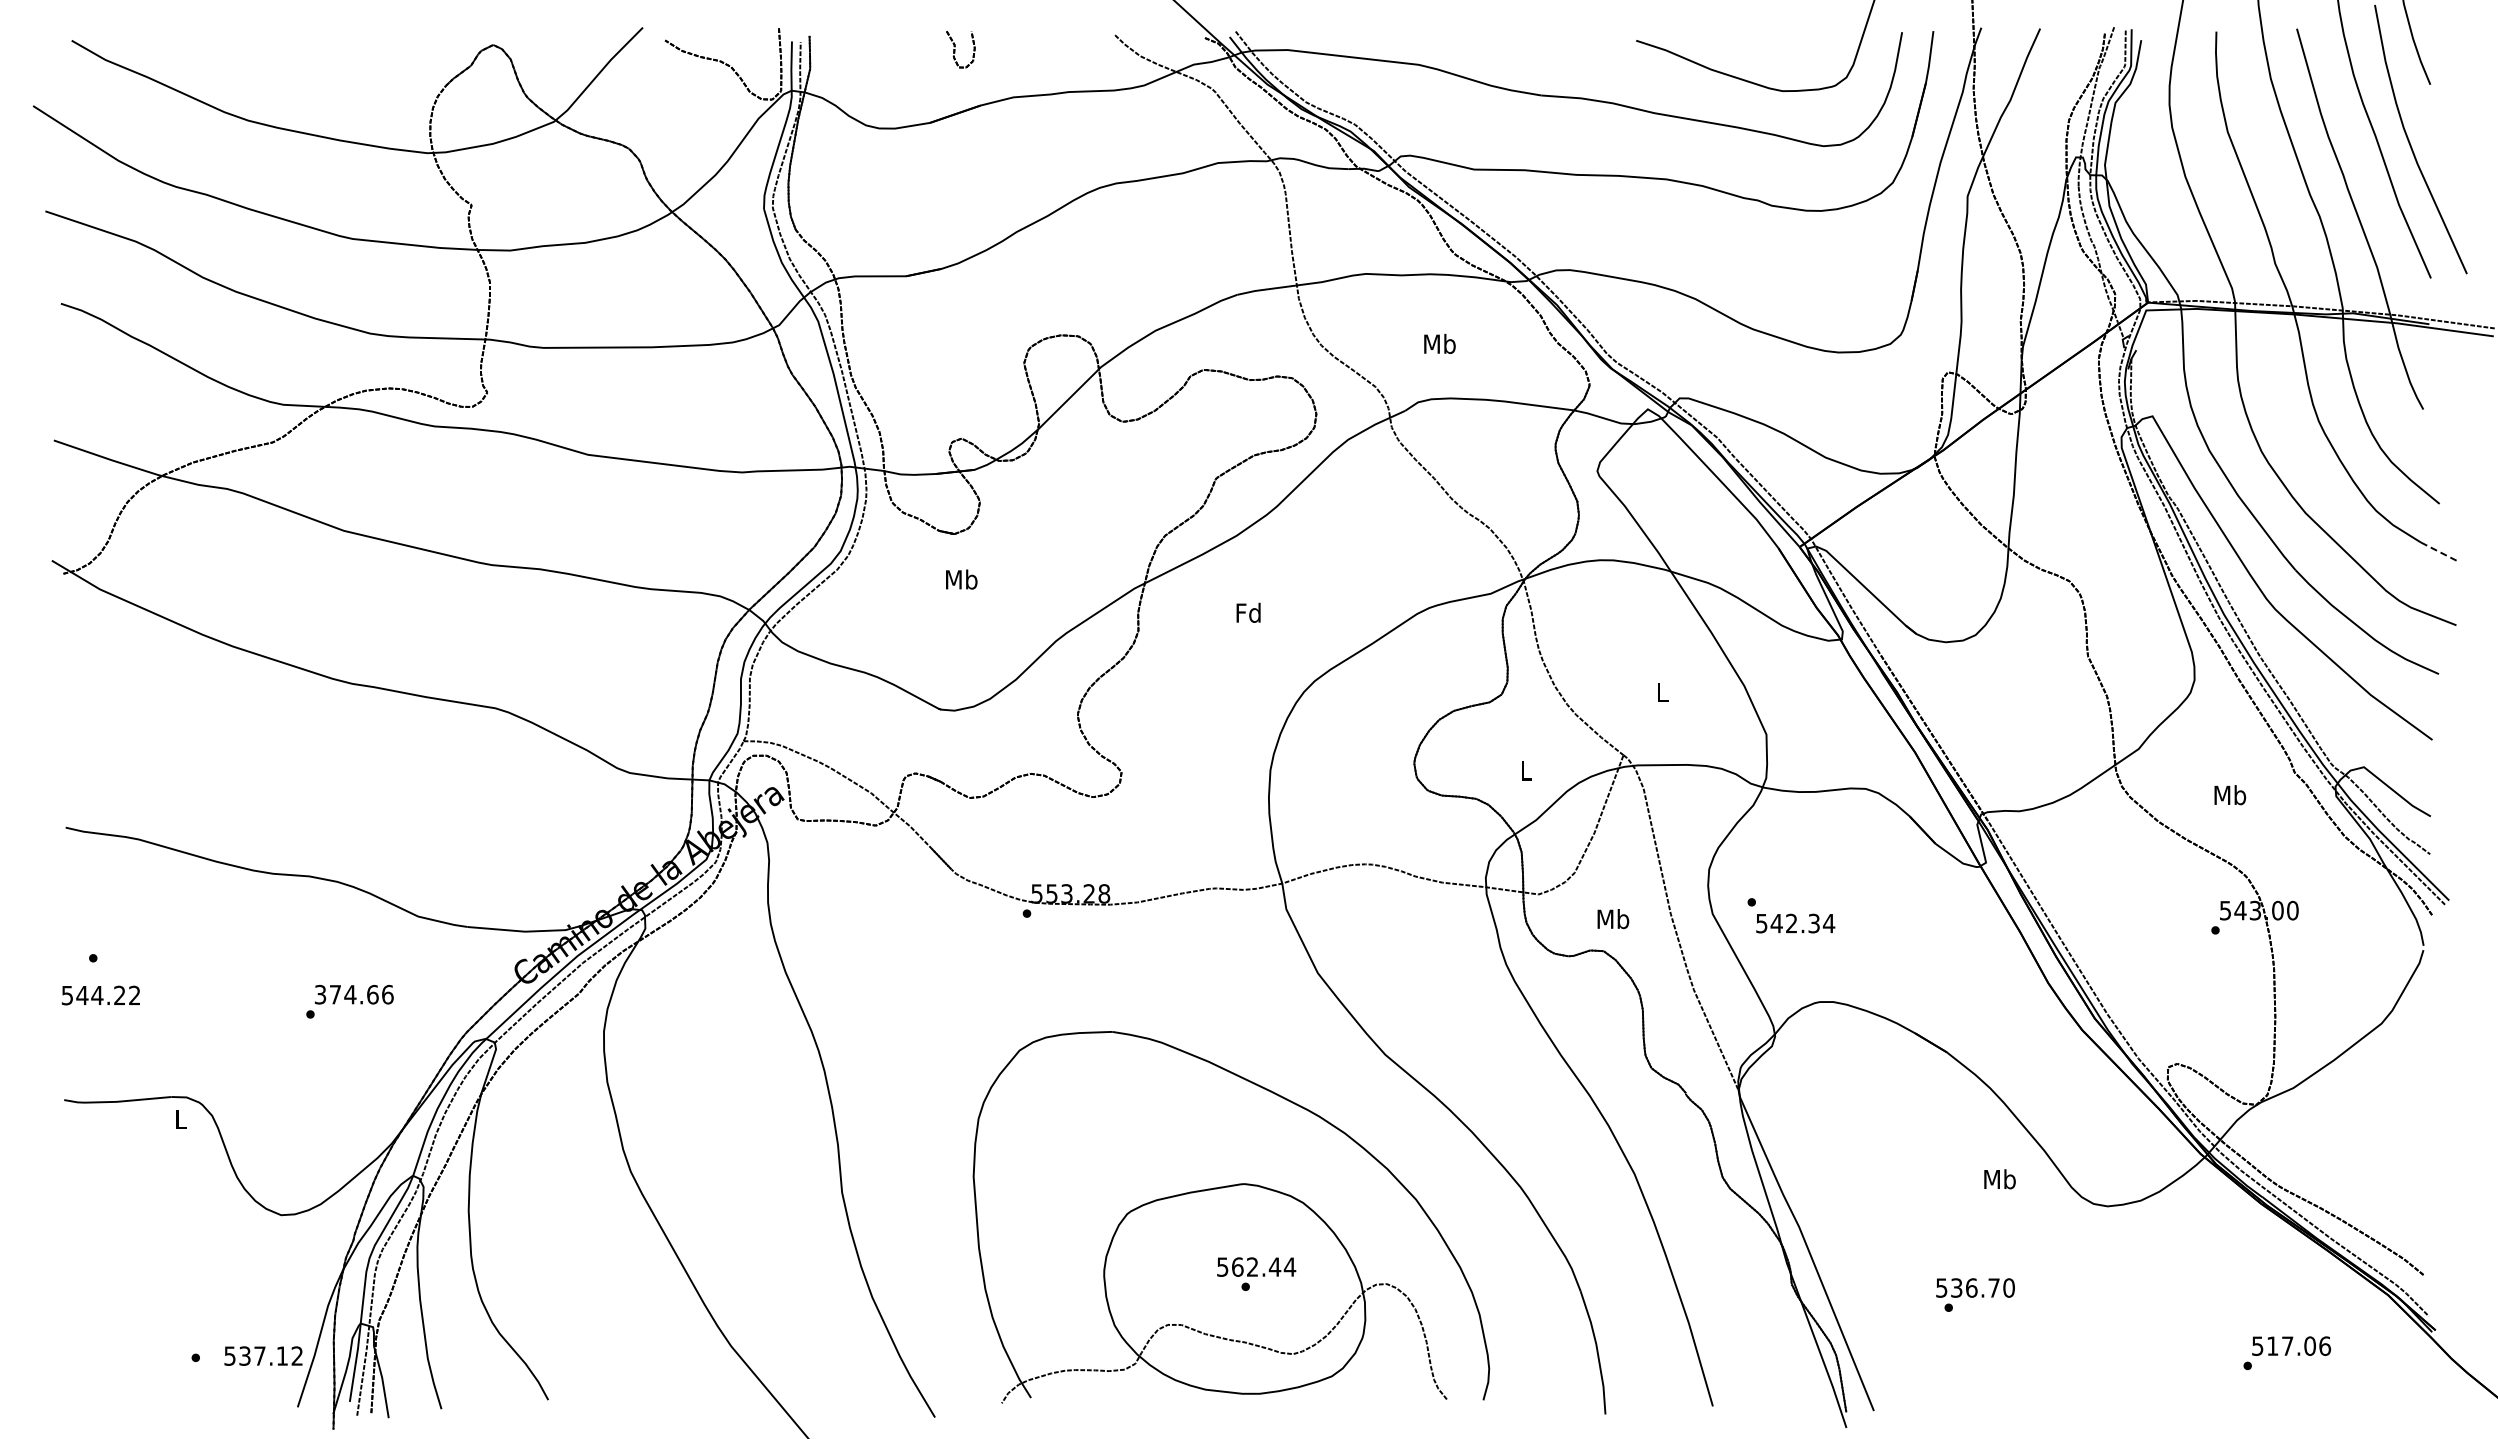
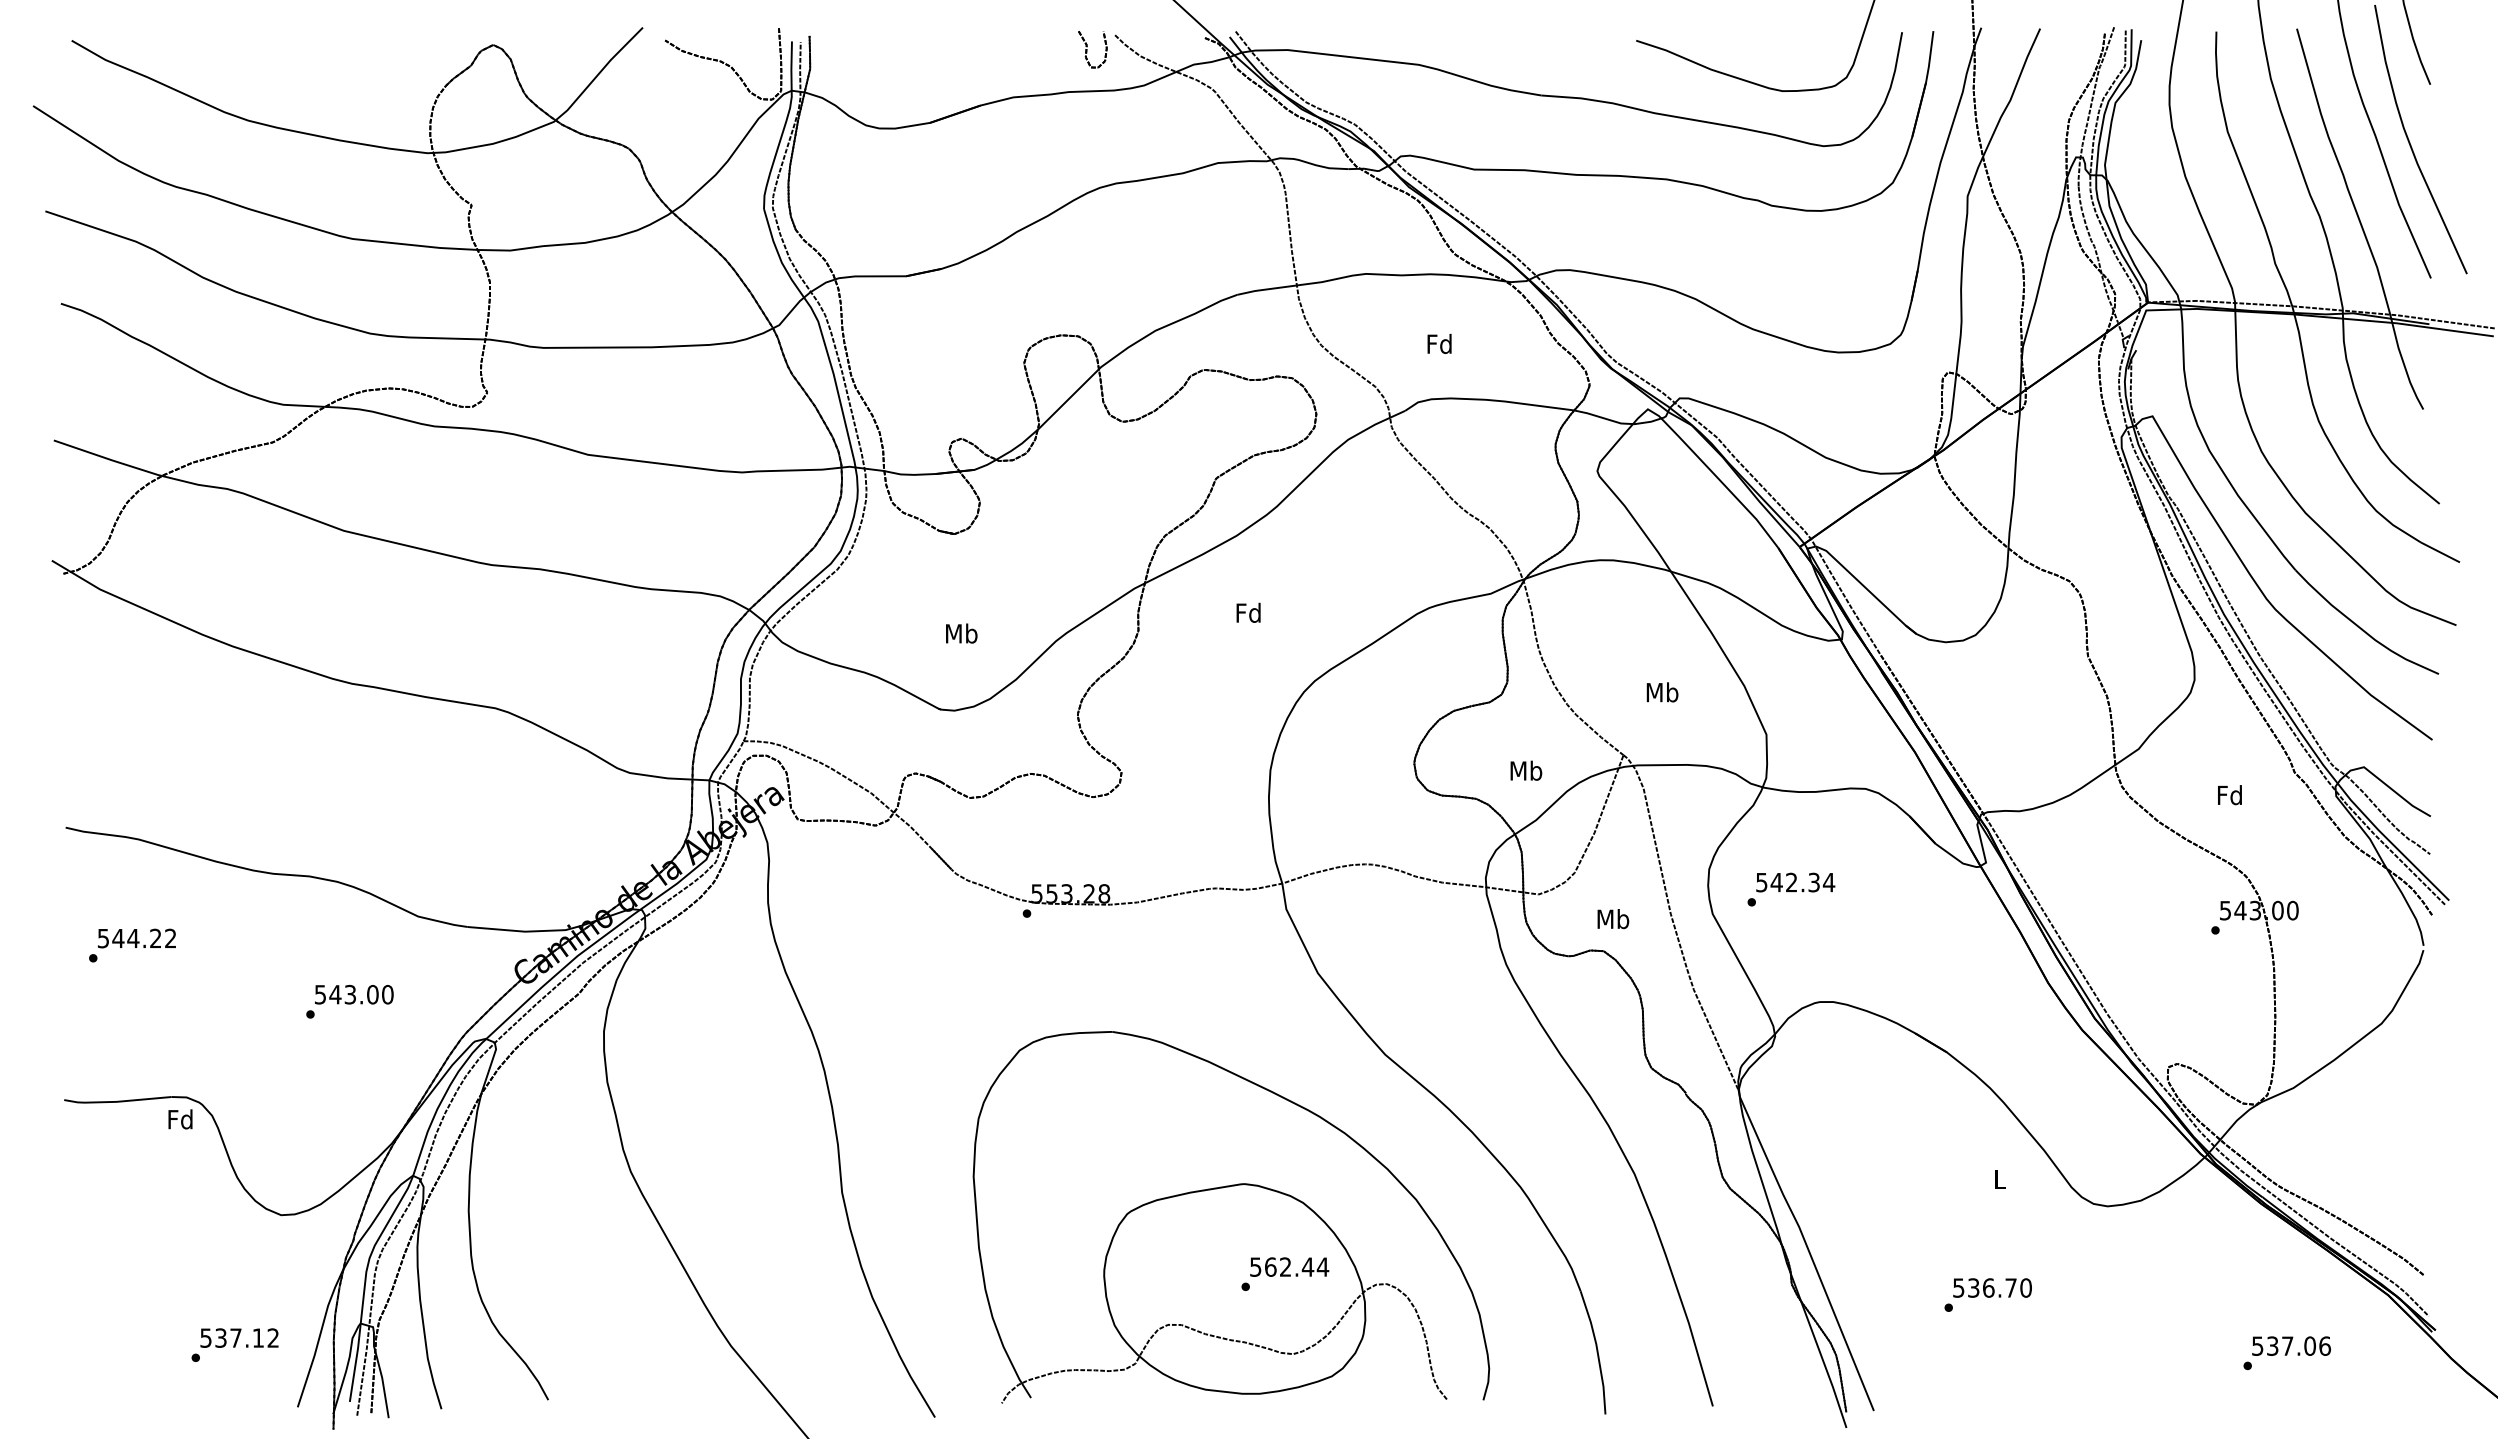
part at (960, 49) position: (960, 49) -> (1092, 49)
text at (1439, 343): Mb -> Fd
line at (2440, 552): dashed -> solid
text at (961, 579) position: (961, 579) -> (961, 633)
text at (1662, 692): L -> Mb
text at (1526, 770): L -> Mb
text at (2230, 795): Mb -> Fd
text at (1795, 923) position: (1795, 923) -> (1795, 882)
text at (354, 994): 374.66 -> 543.00
text at (100, 995) position: (100, 995) -> (136, 938)
text at (180, 1119): L -> Fd
text at (1999, 1179): Mb -> L
text at (1256, 1266) position: (1256, 1266) -> (1289, 1266)
text at (1975, 1287) position: (1975, 1287) -> (1992, 1287)
text at (2272, 1345): 517.06 -> 537.06
text at (263, 1355) position: (263, 1355) -> (239, 1337)
